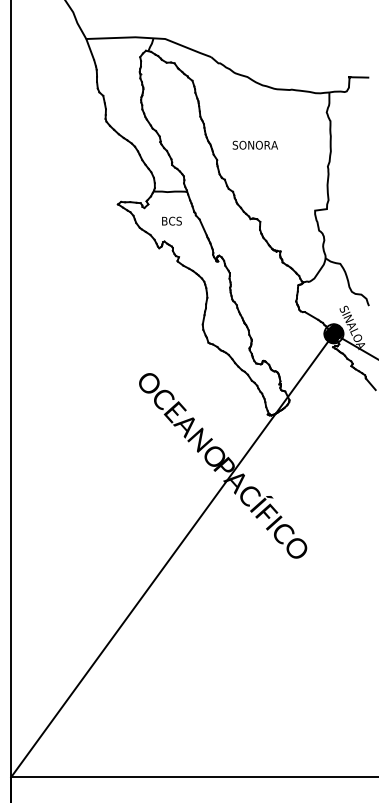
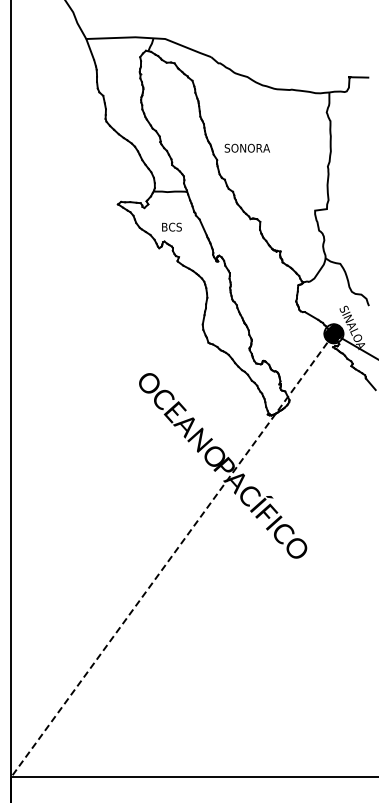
text at (254, 144) position: (254, 144) -> (246, 147)
text at (171, 220) position: (171, 220) -> (171, 226)
line at (172, 555): solid -> dashed
